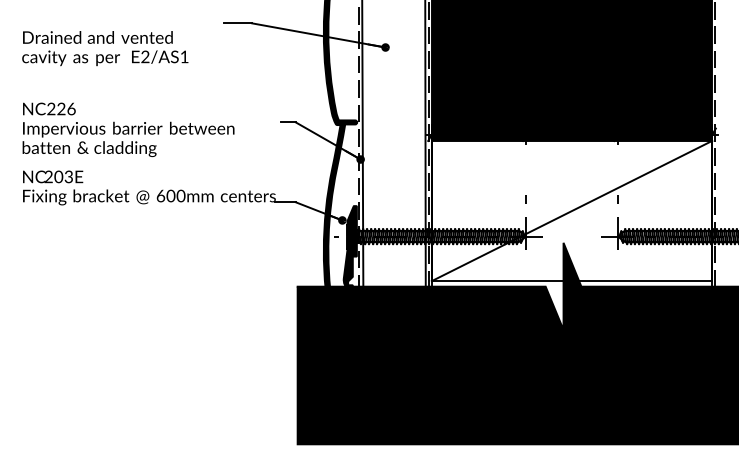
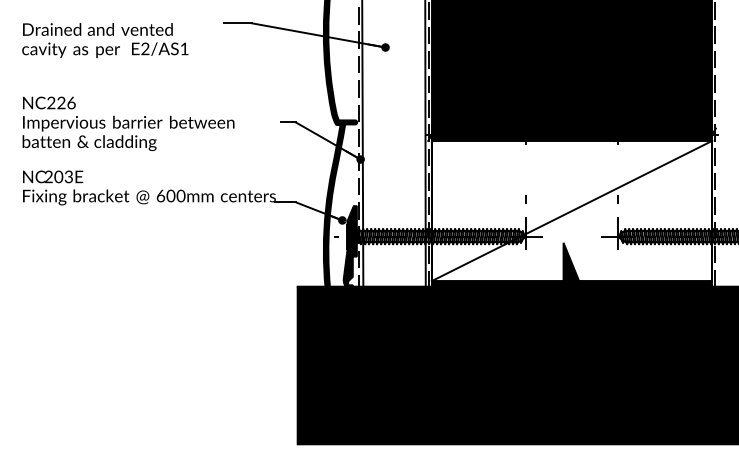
text at (105, 48) position: (105, 48) -> (105, 40)
text at (128, 129) position: (128, 129) -> (128, 123)
fill at (571, 305): none -> present
